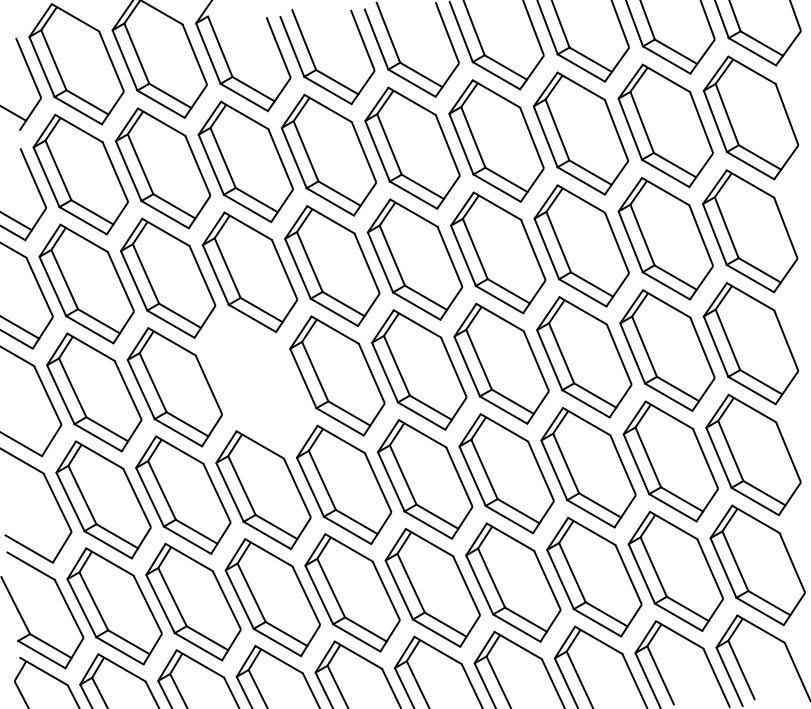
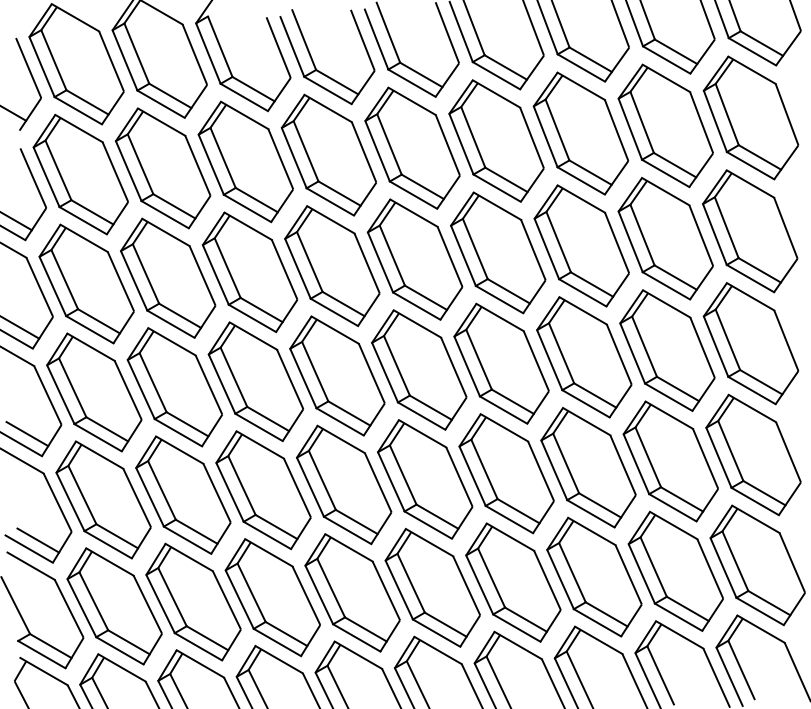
part at (255, 381): none -> present
line at (27, 434): none -> present
line at (38, 540): none -> present
